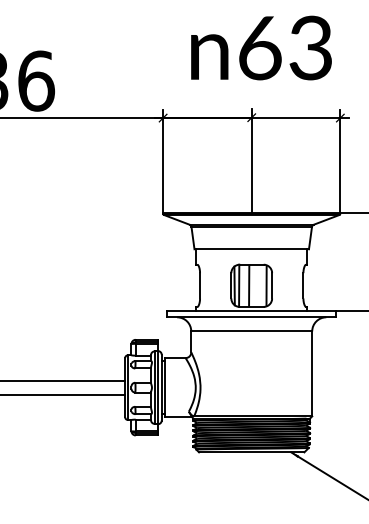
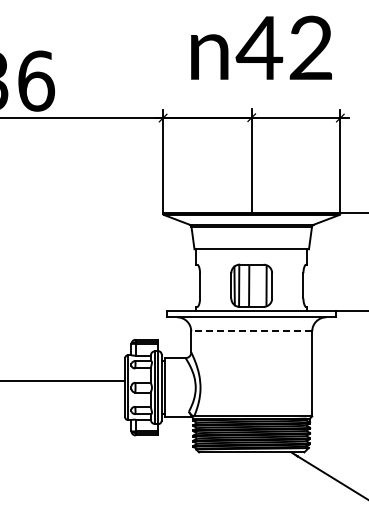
text at (283, 48): 63 -> 42
line at (251, 331): solid -> dashed
line at (63, 394): present -> none
